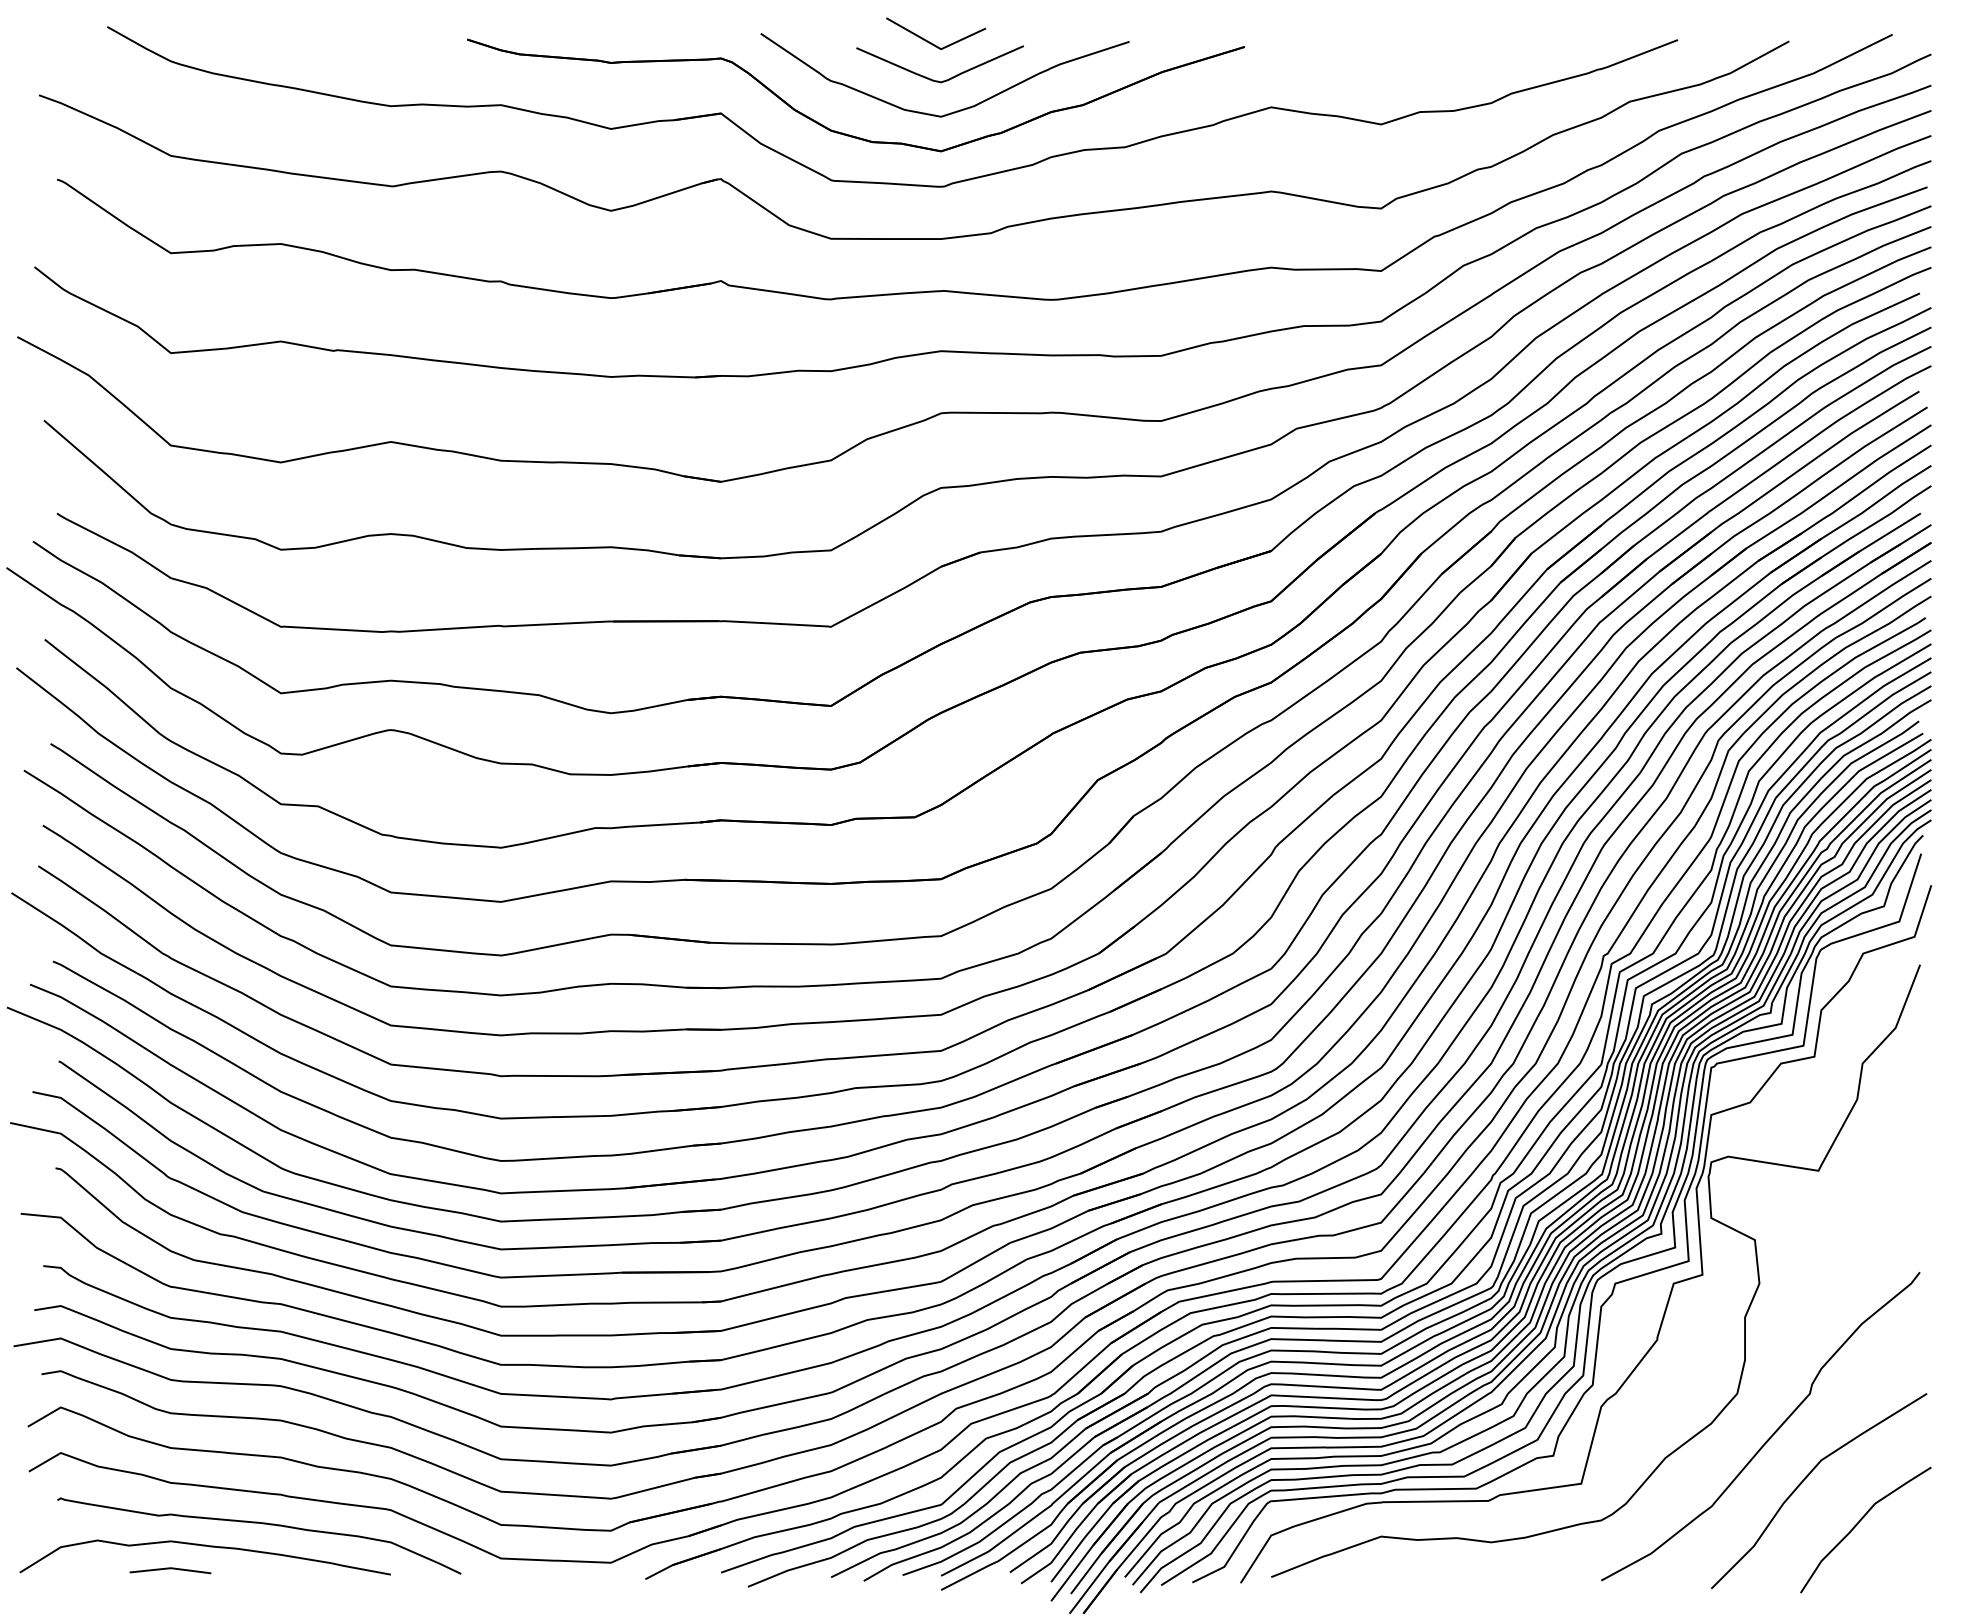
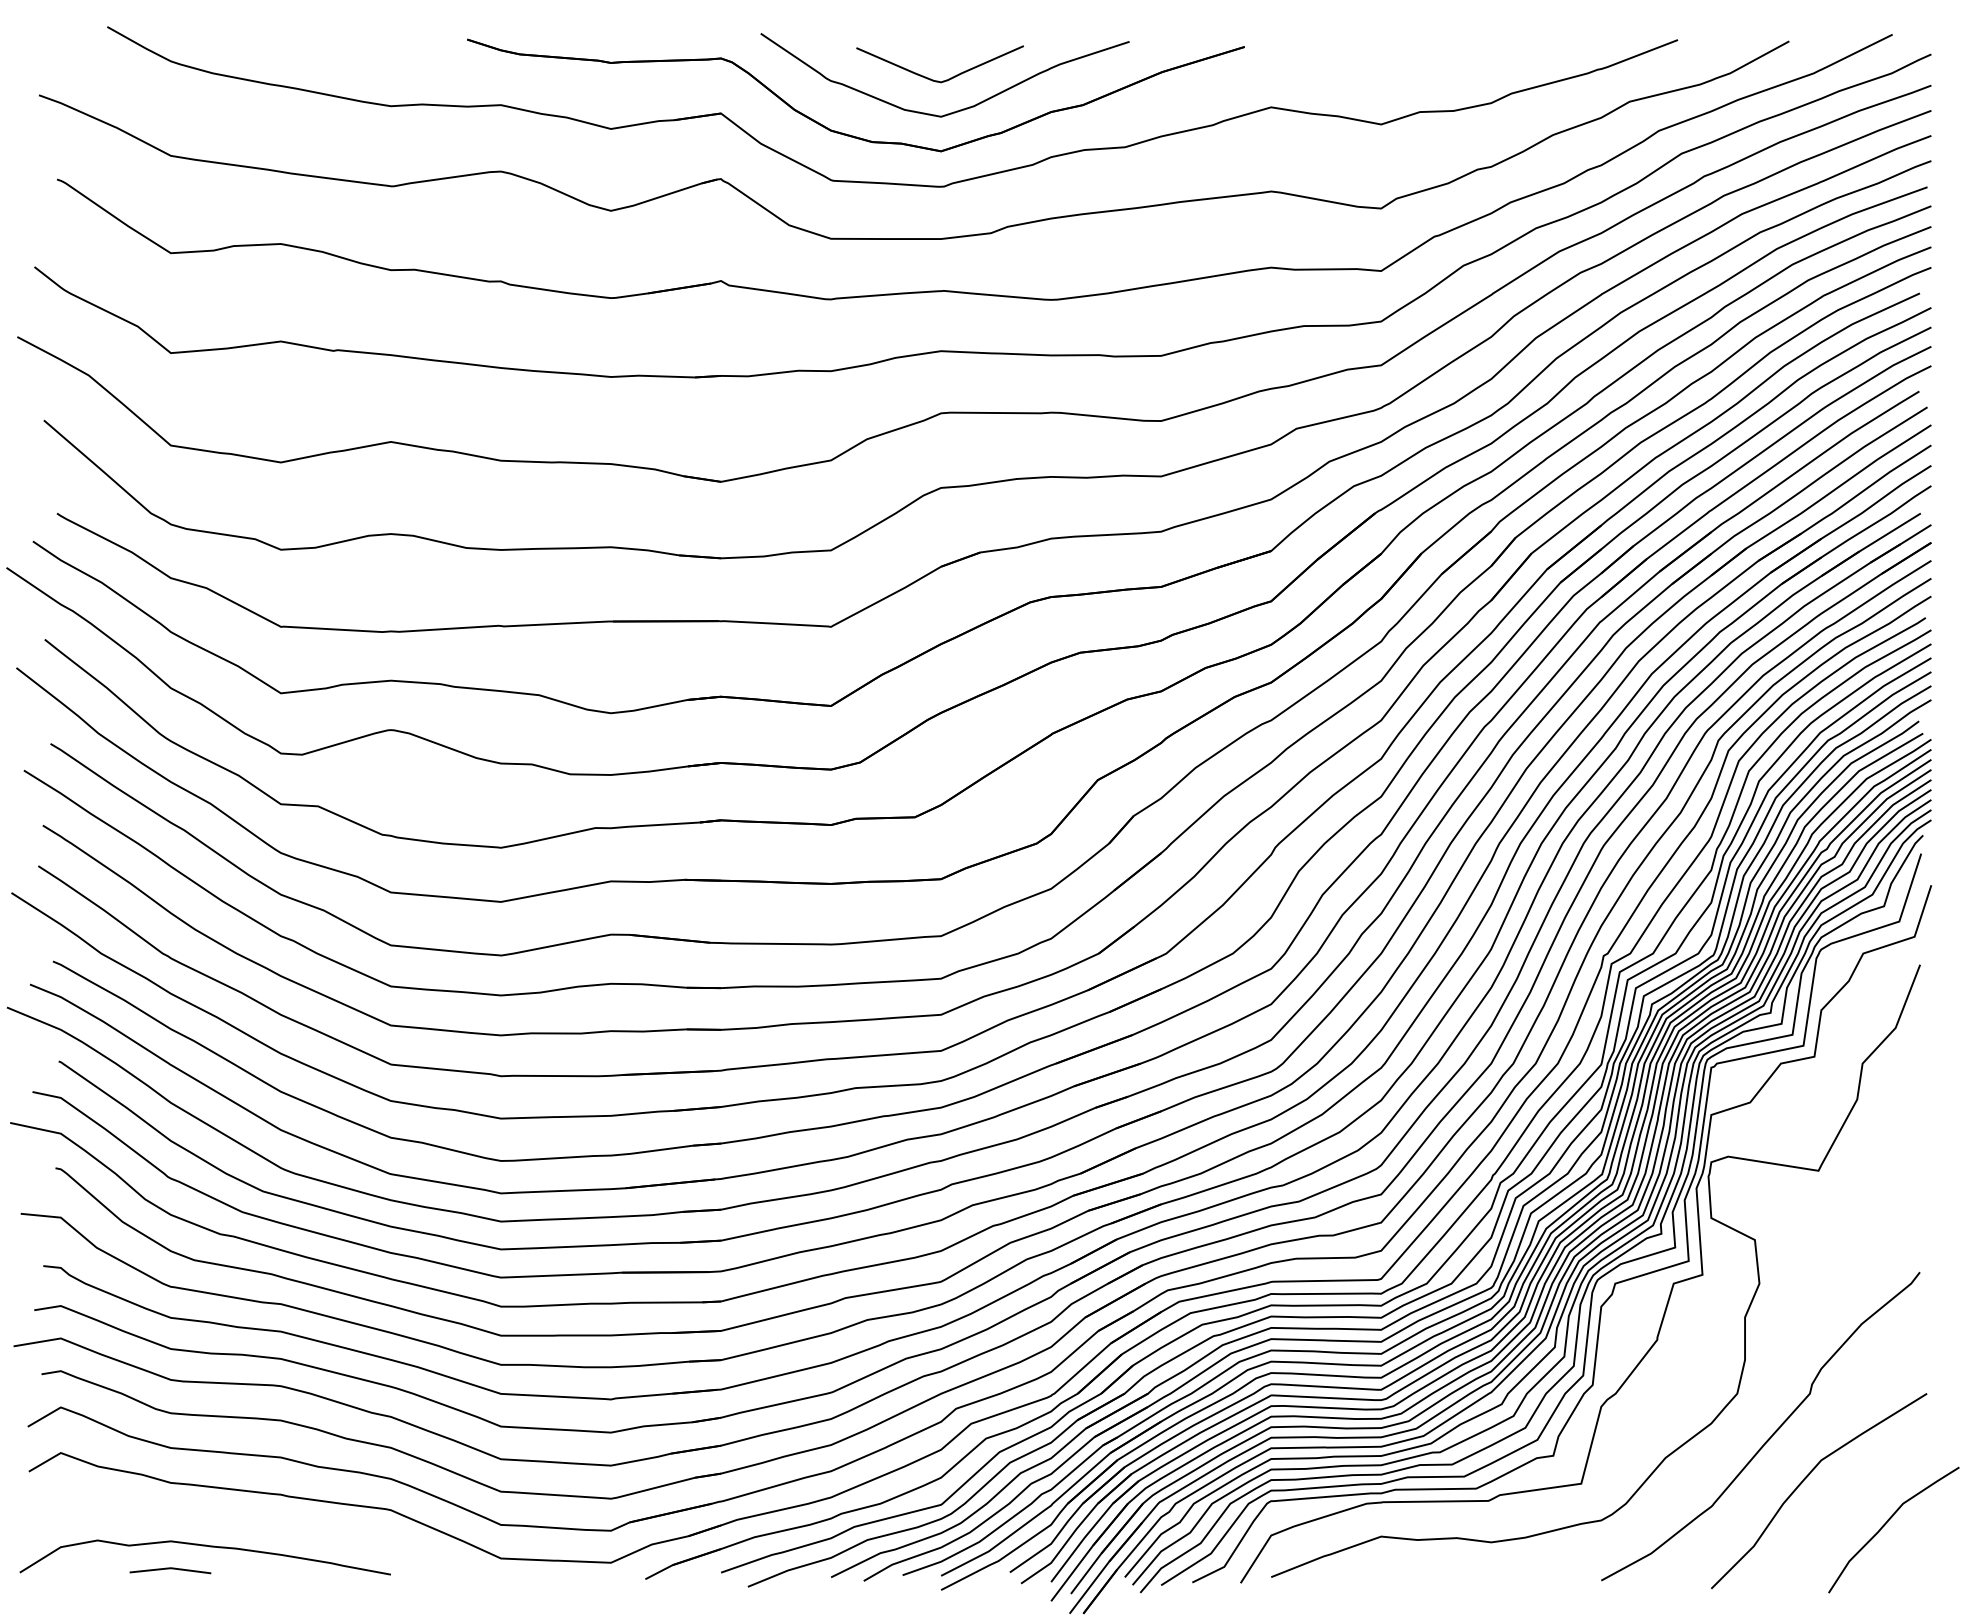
line at (931, 42): present -> none
curve at (262, 1524): present -> none
curve at (1858, 1524) position: (1858, 1524) -> (1886, 1524)
